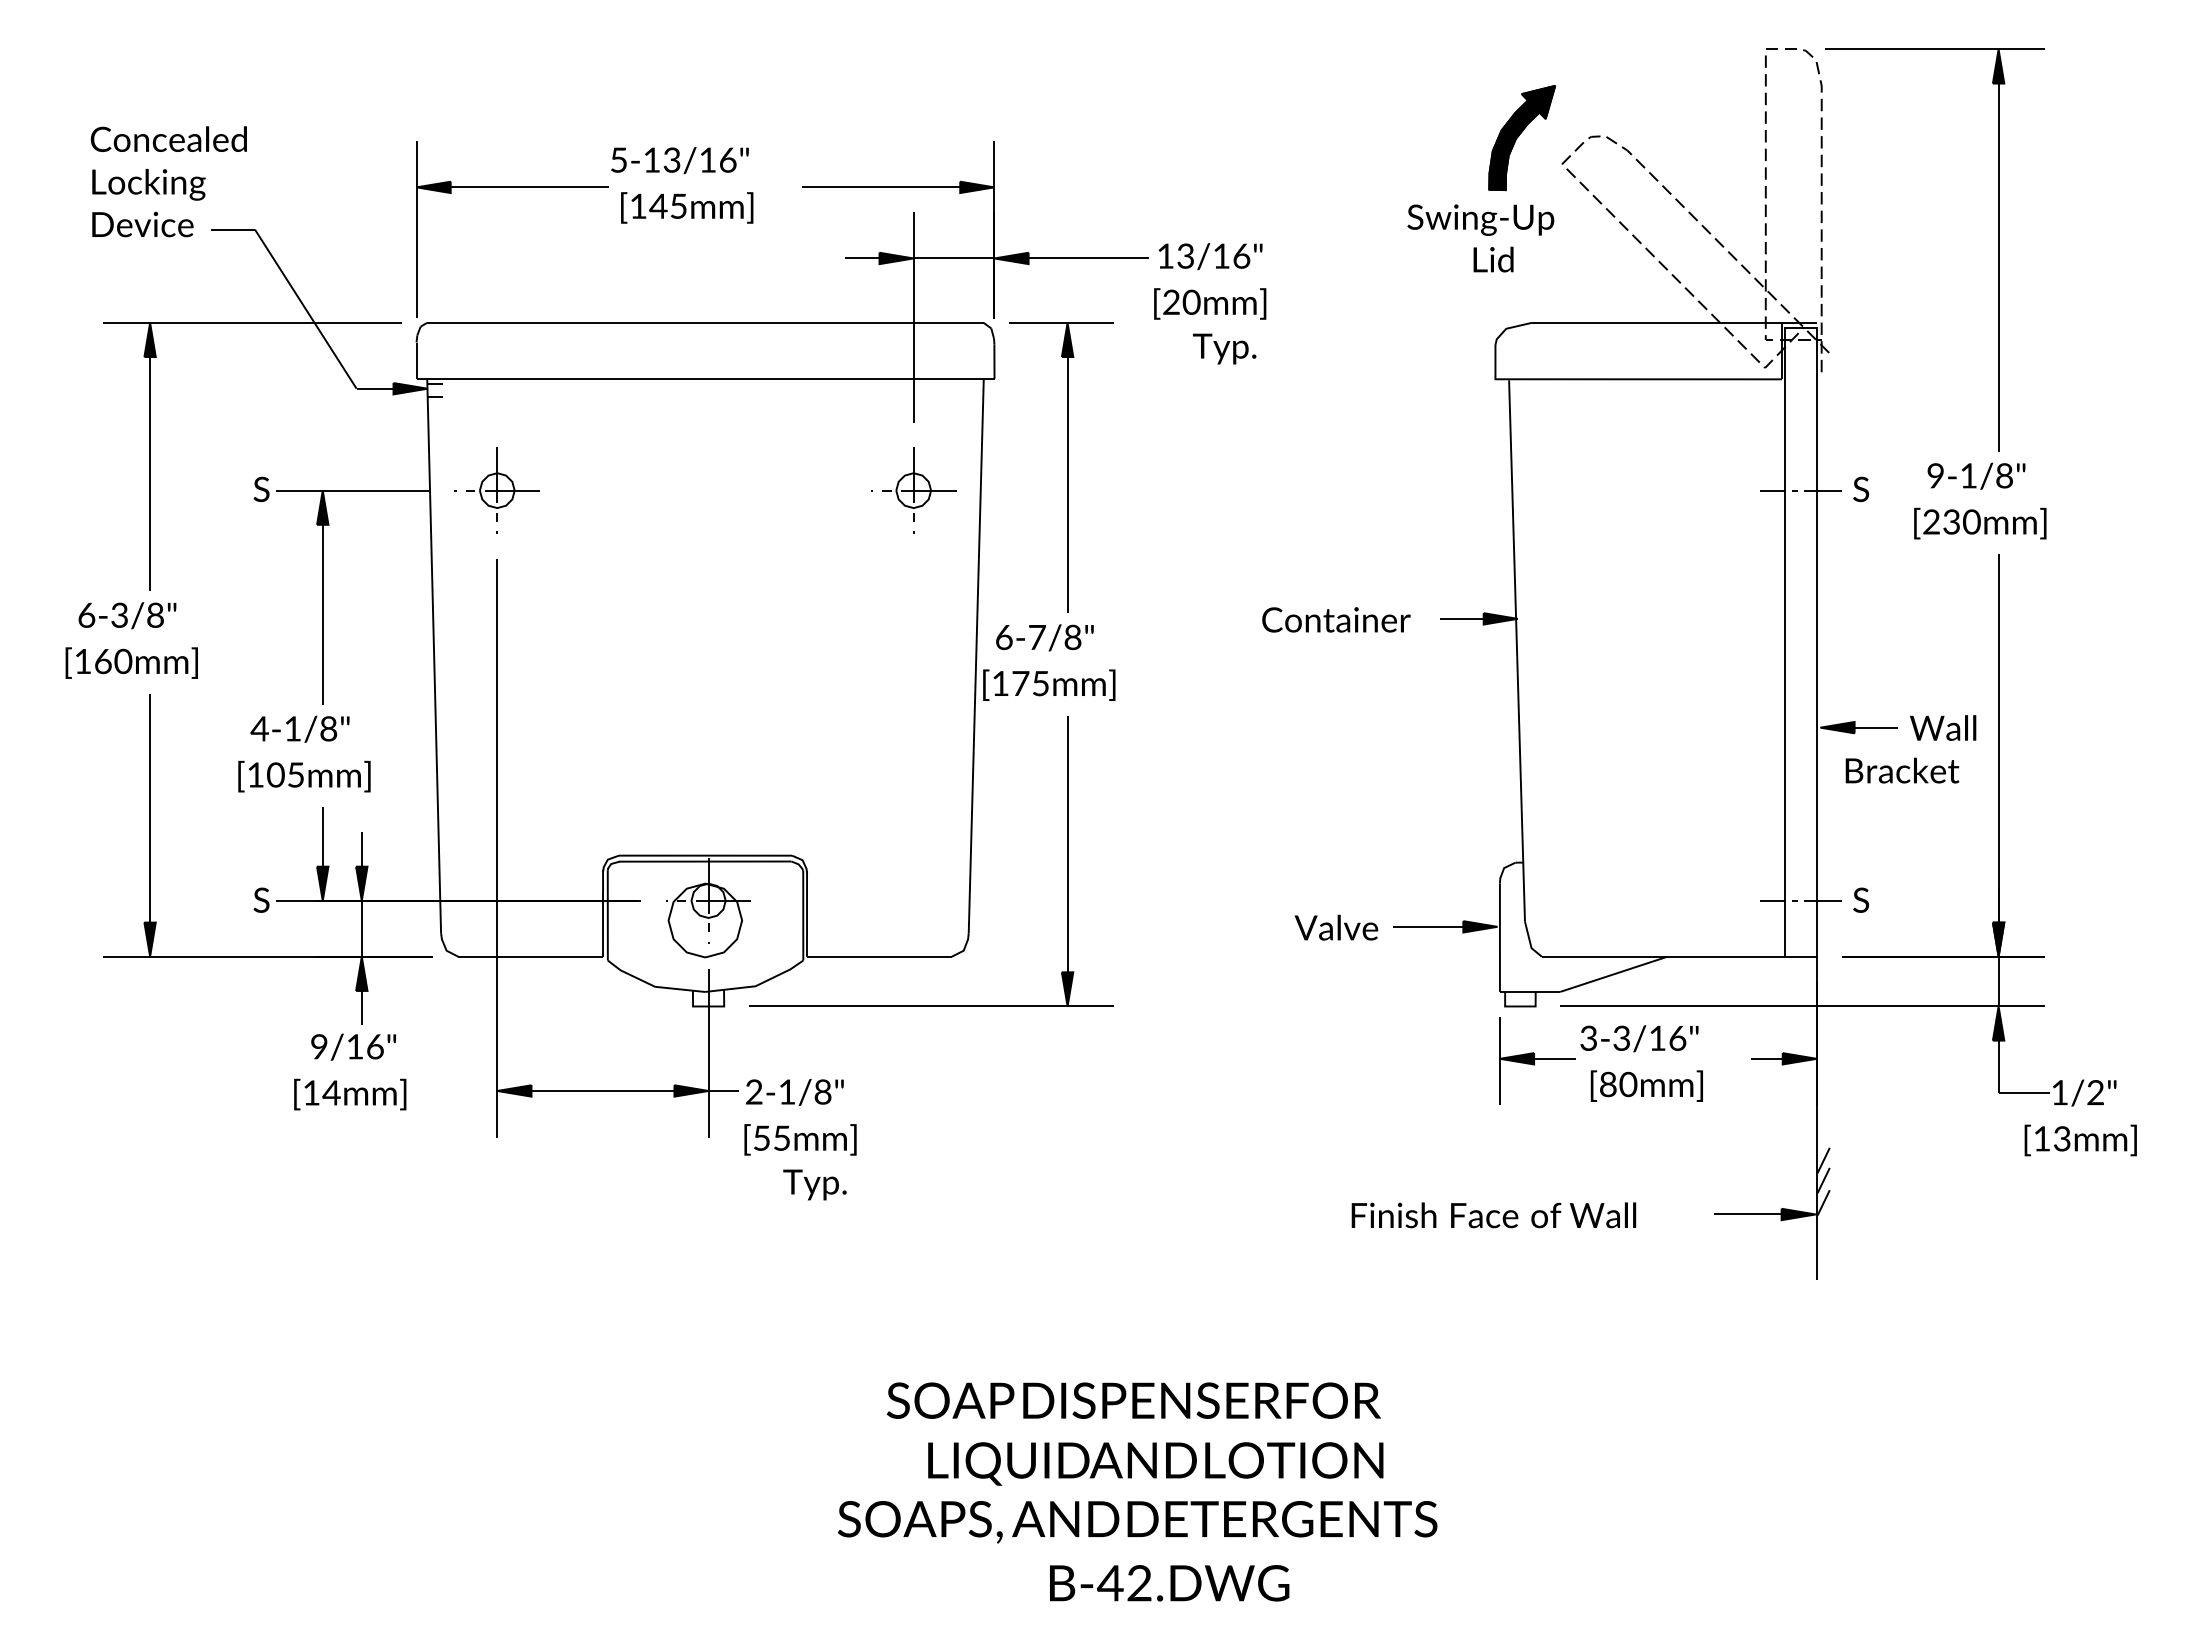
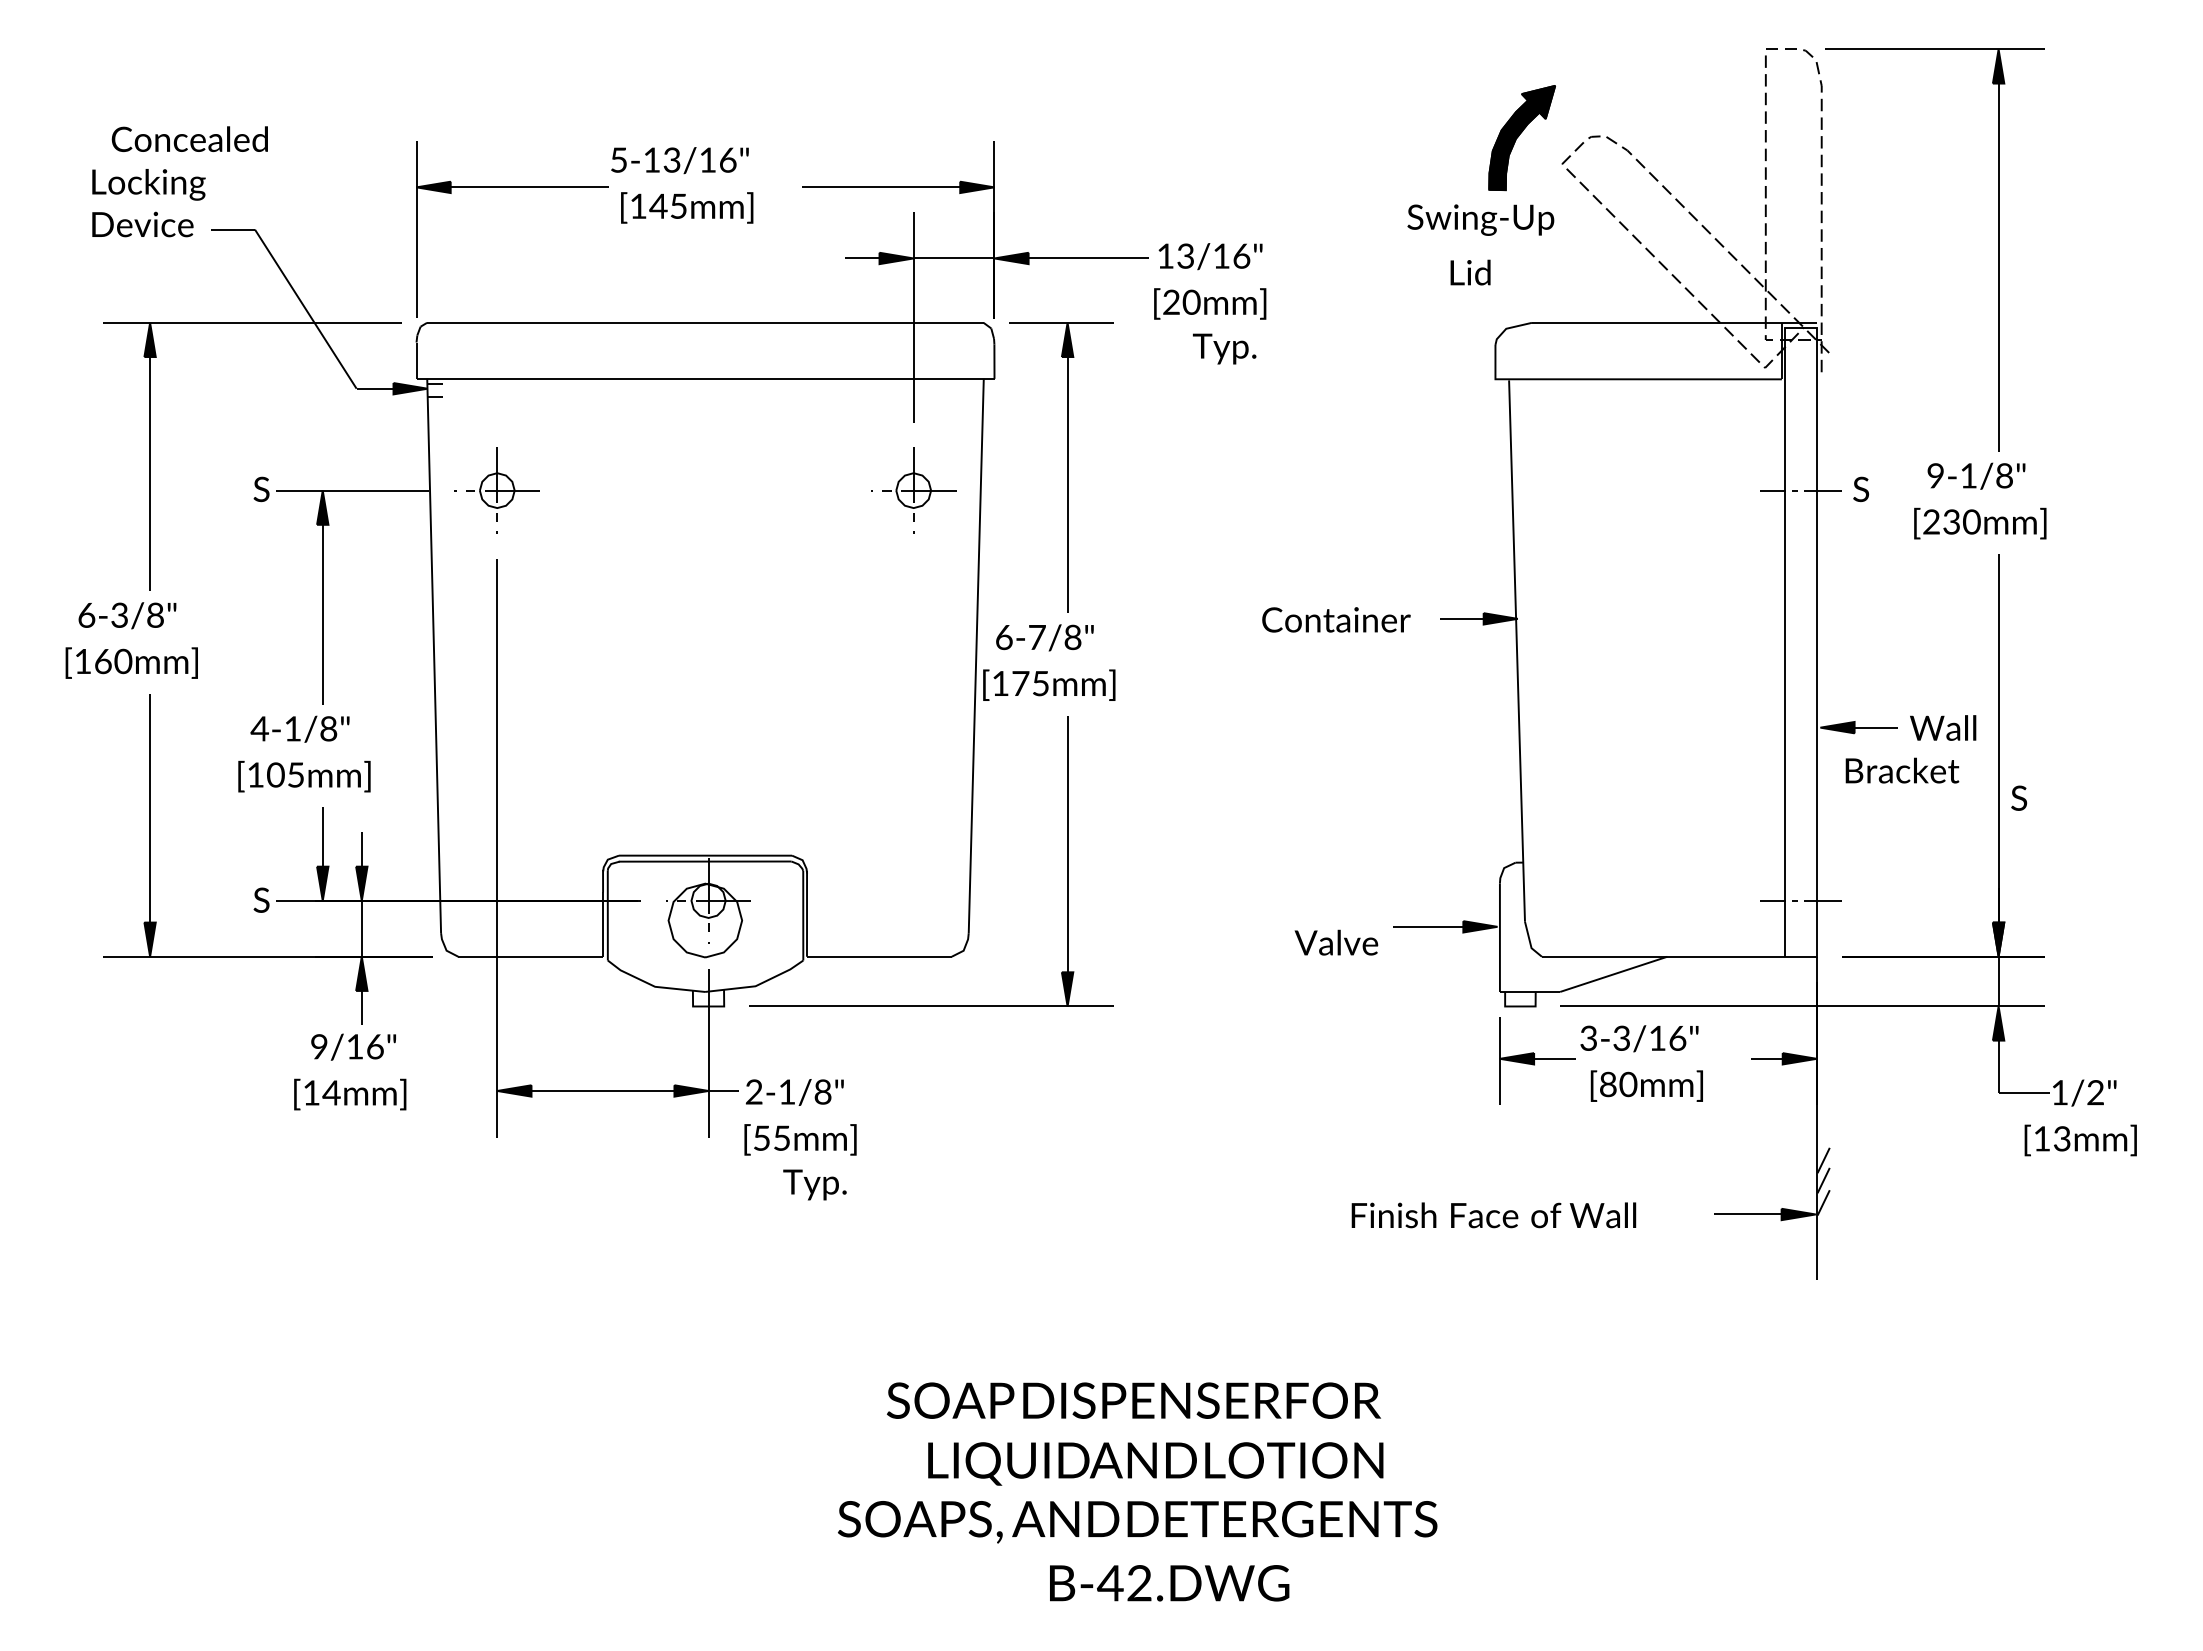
text at (168, 138) position: (168, 138) -> (189, 138)
text at (1493, 259) position: (1493, 259) -> (1470, 272)
text at (1861, 899) position: (1861, 899) -> (2019, 797)
text at (1336, 927) position: (1336, 927) -> (1336, 942)
